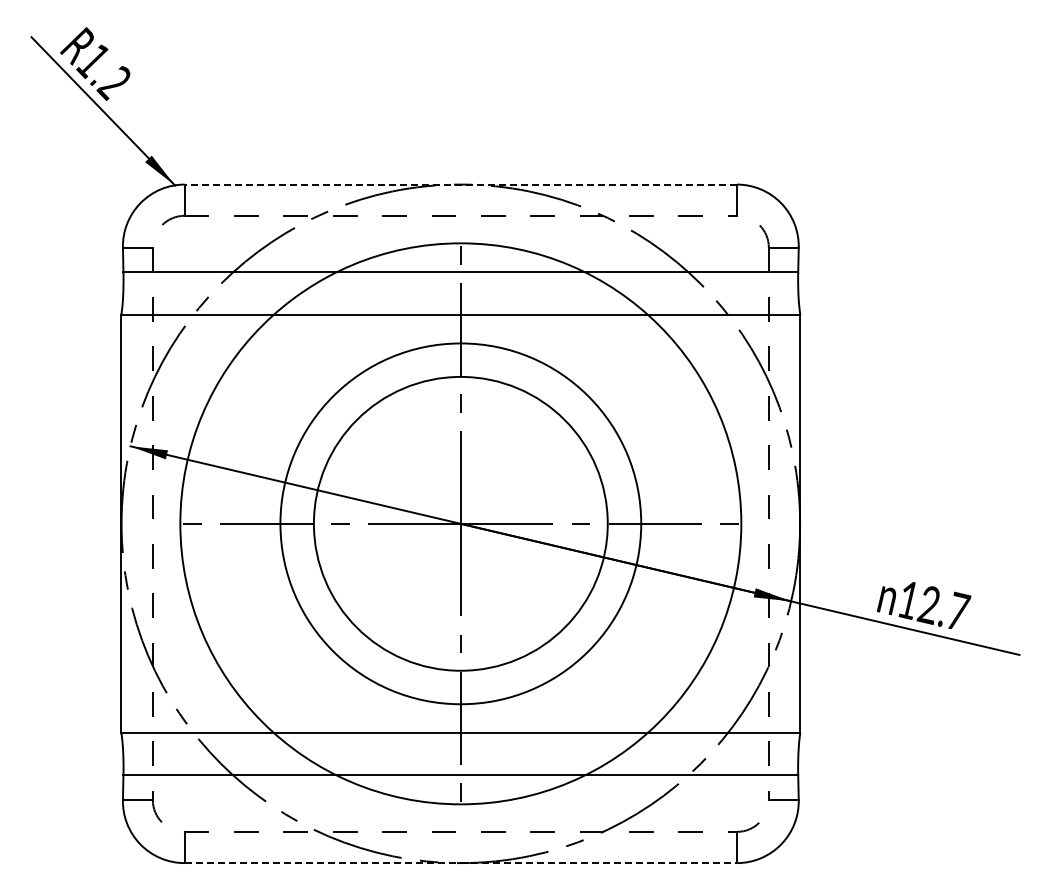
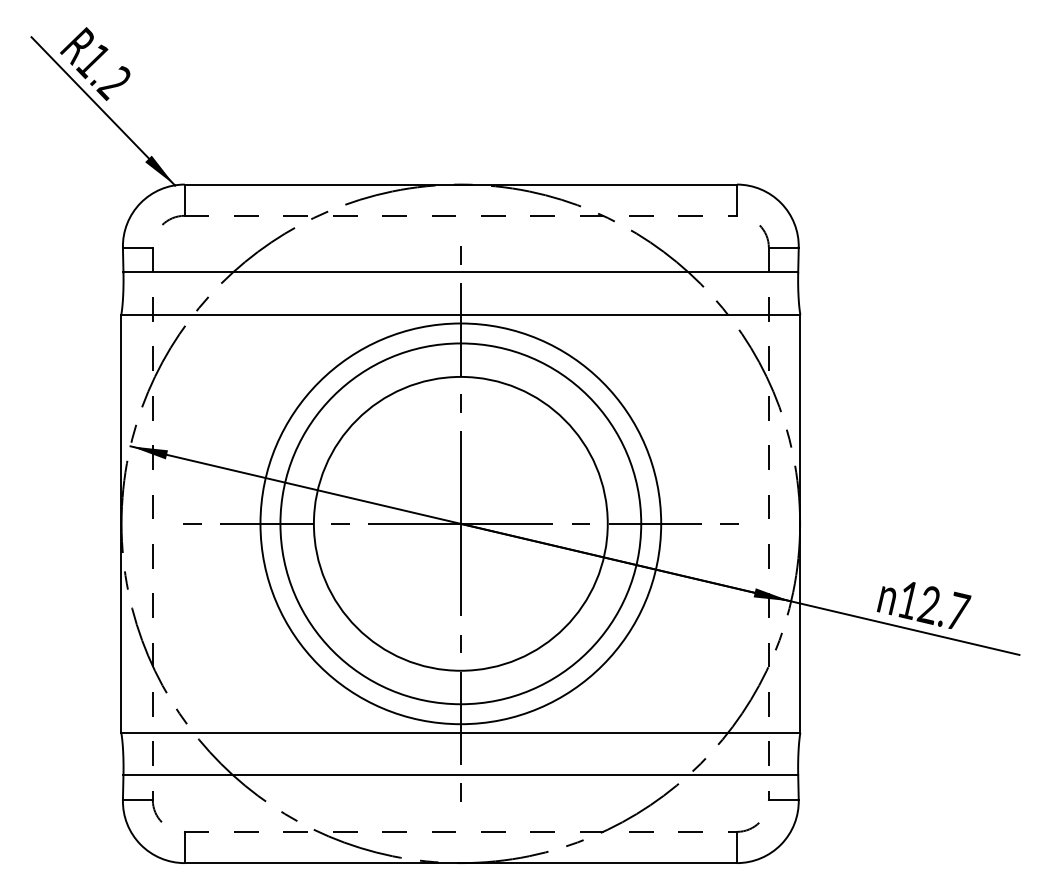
line at (460, 184): dashed -> solid
circle at (460, 523) diameter: 561 px -> 401 px
line at (461, 863): dashed -> solid
